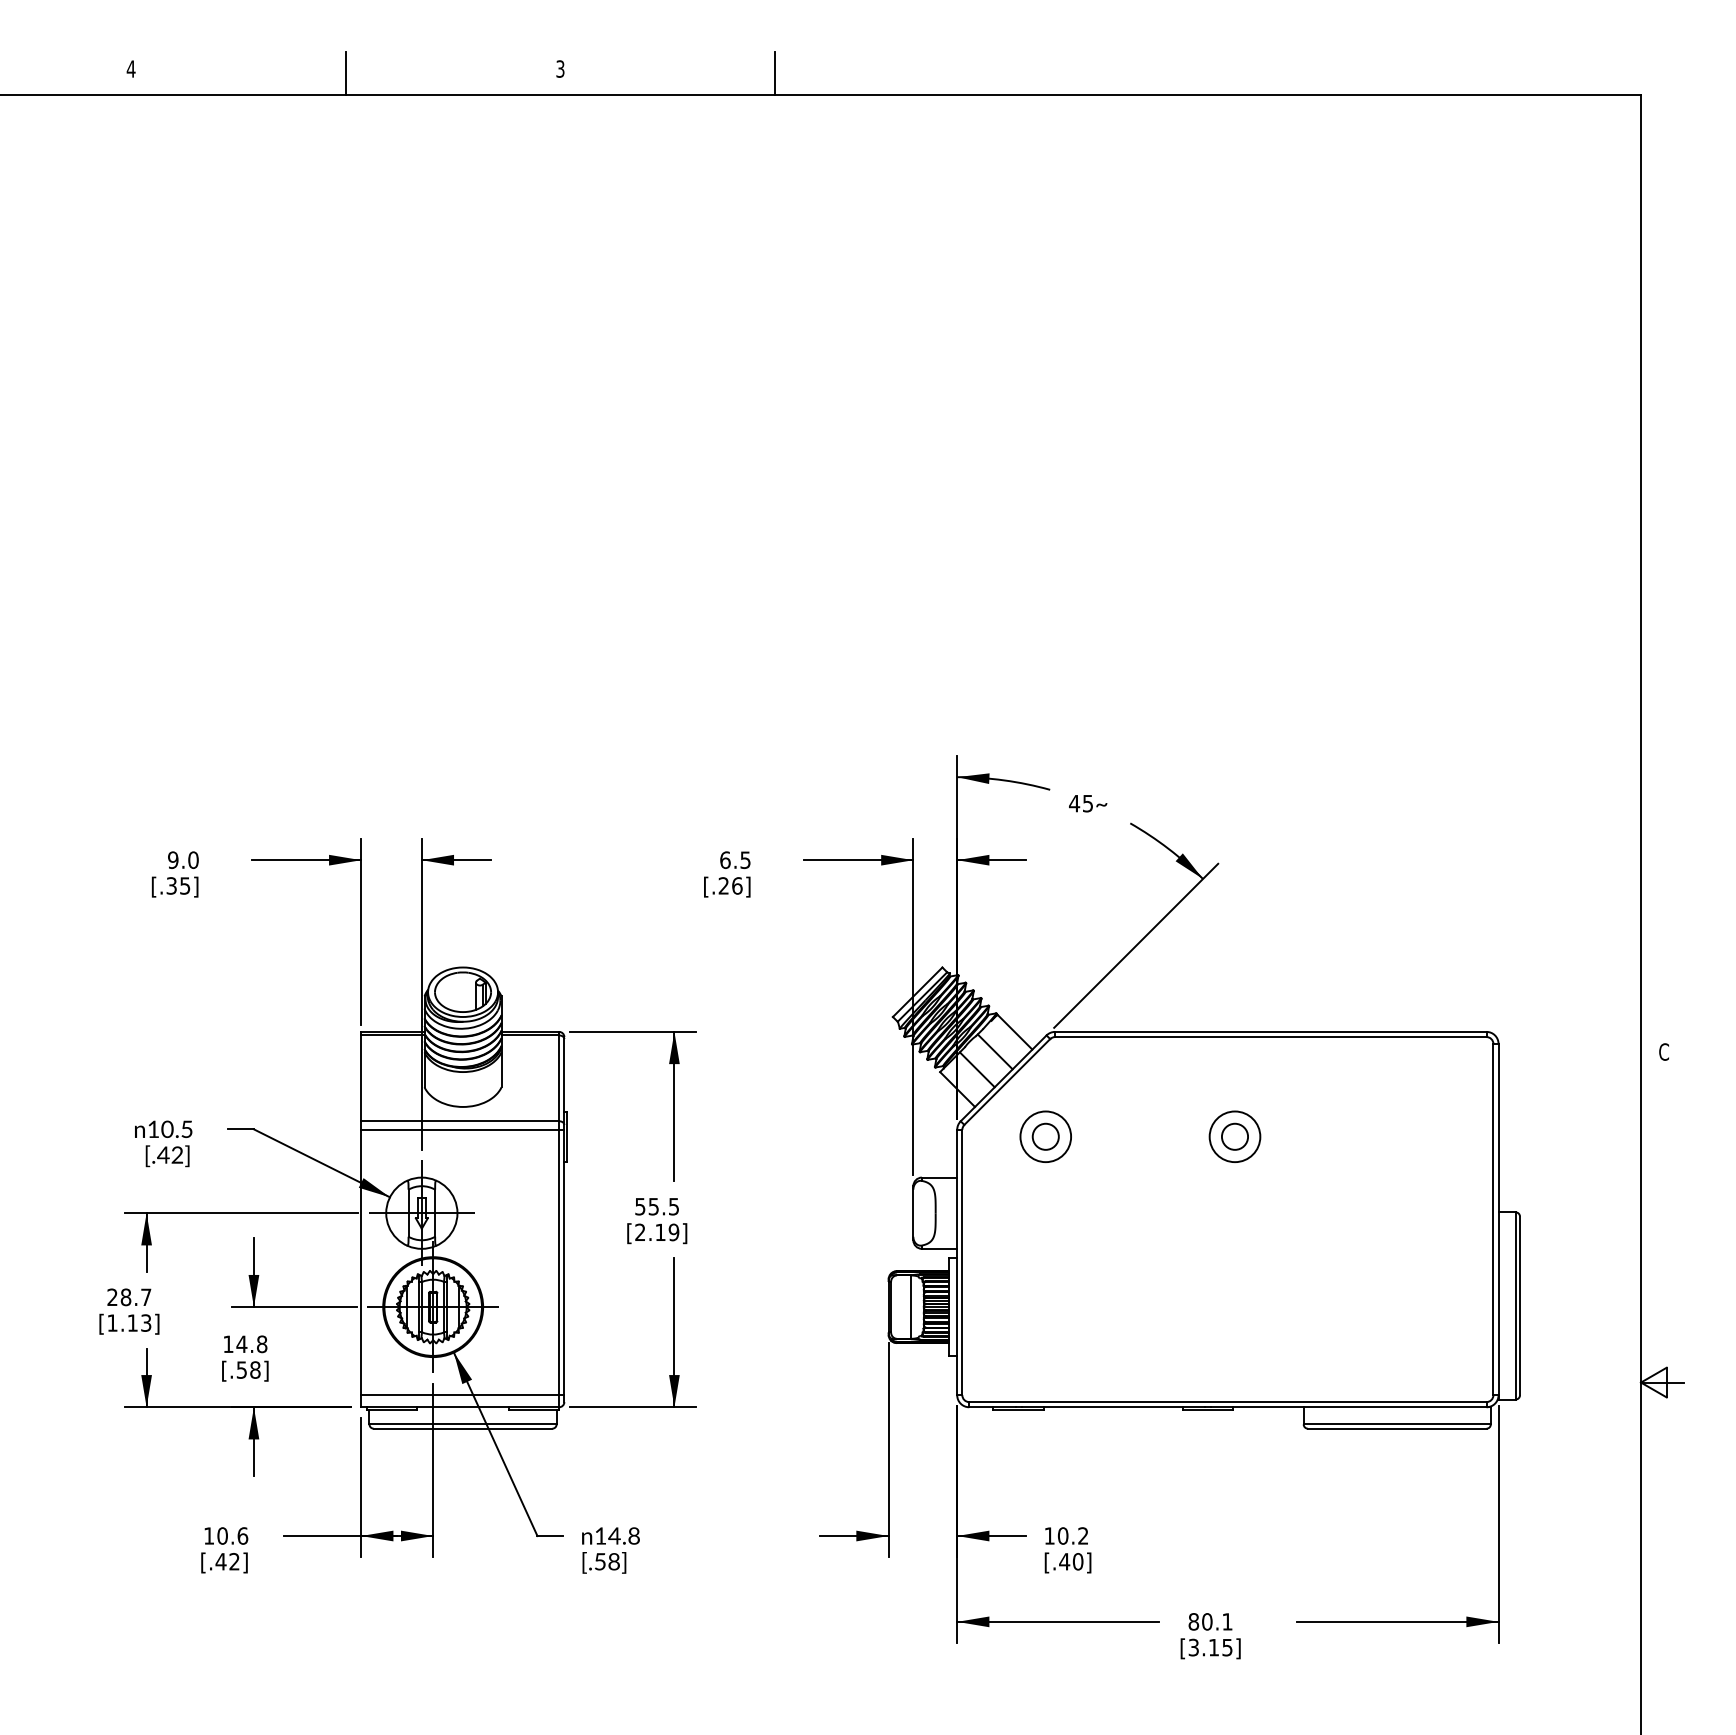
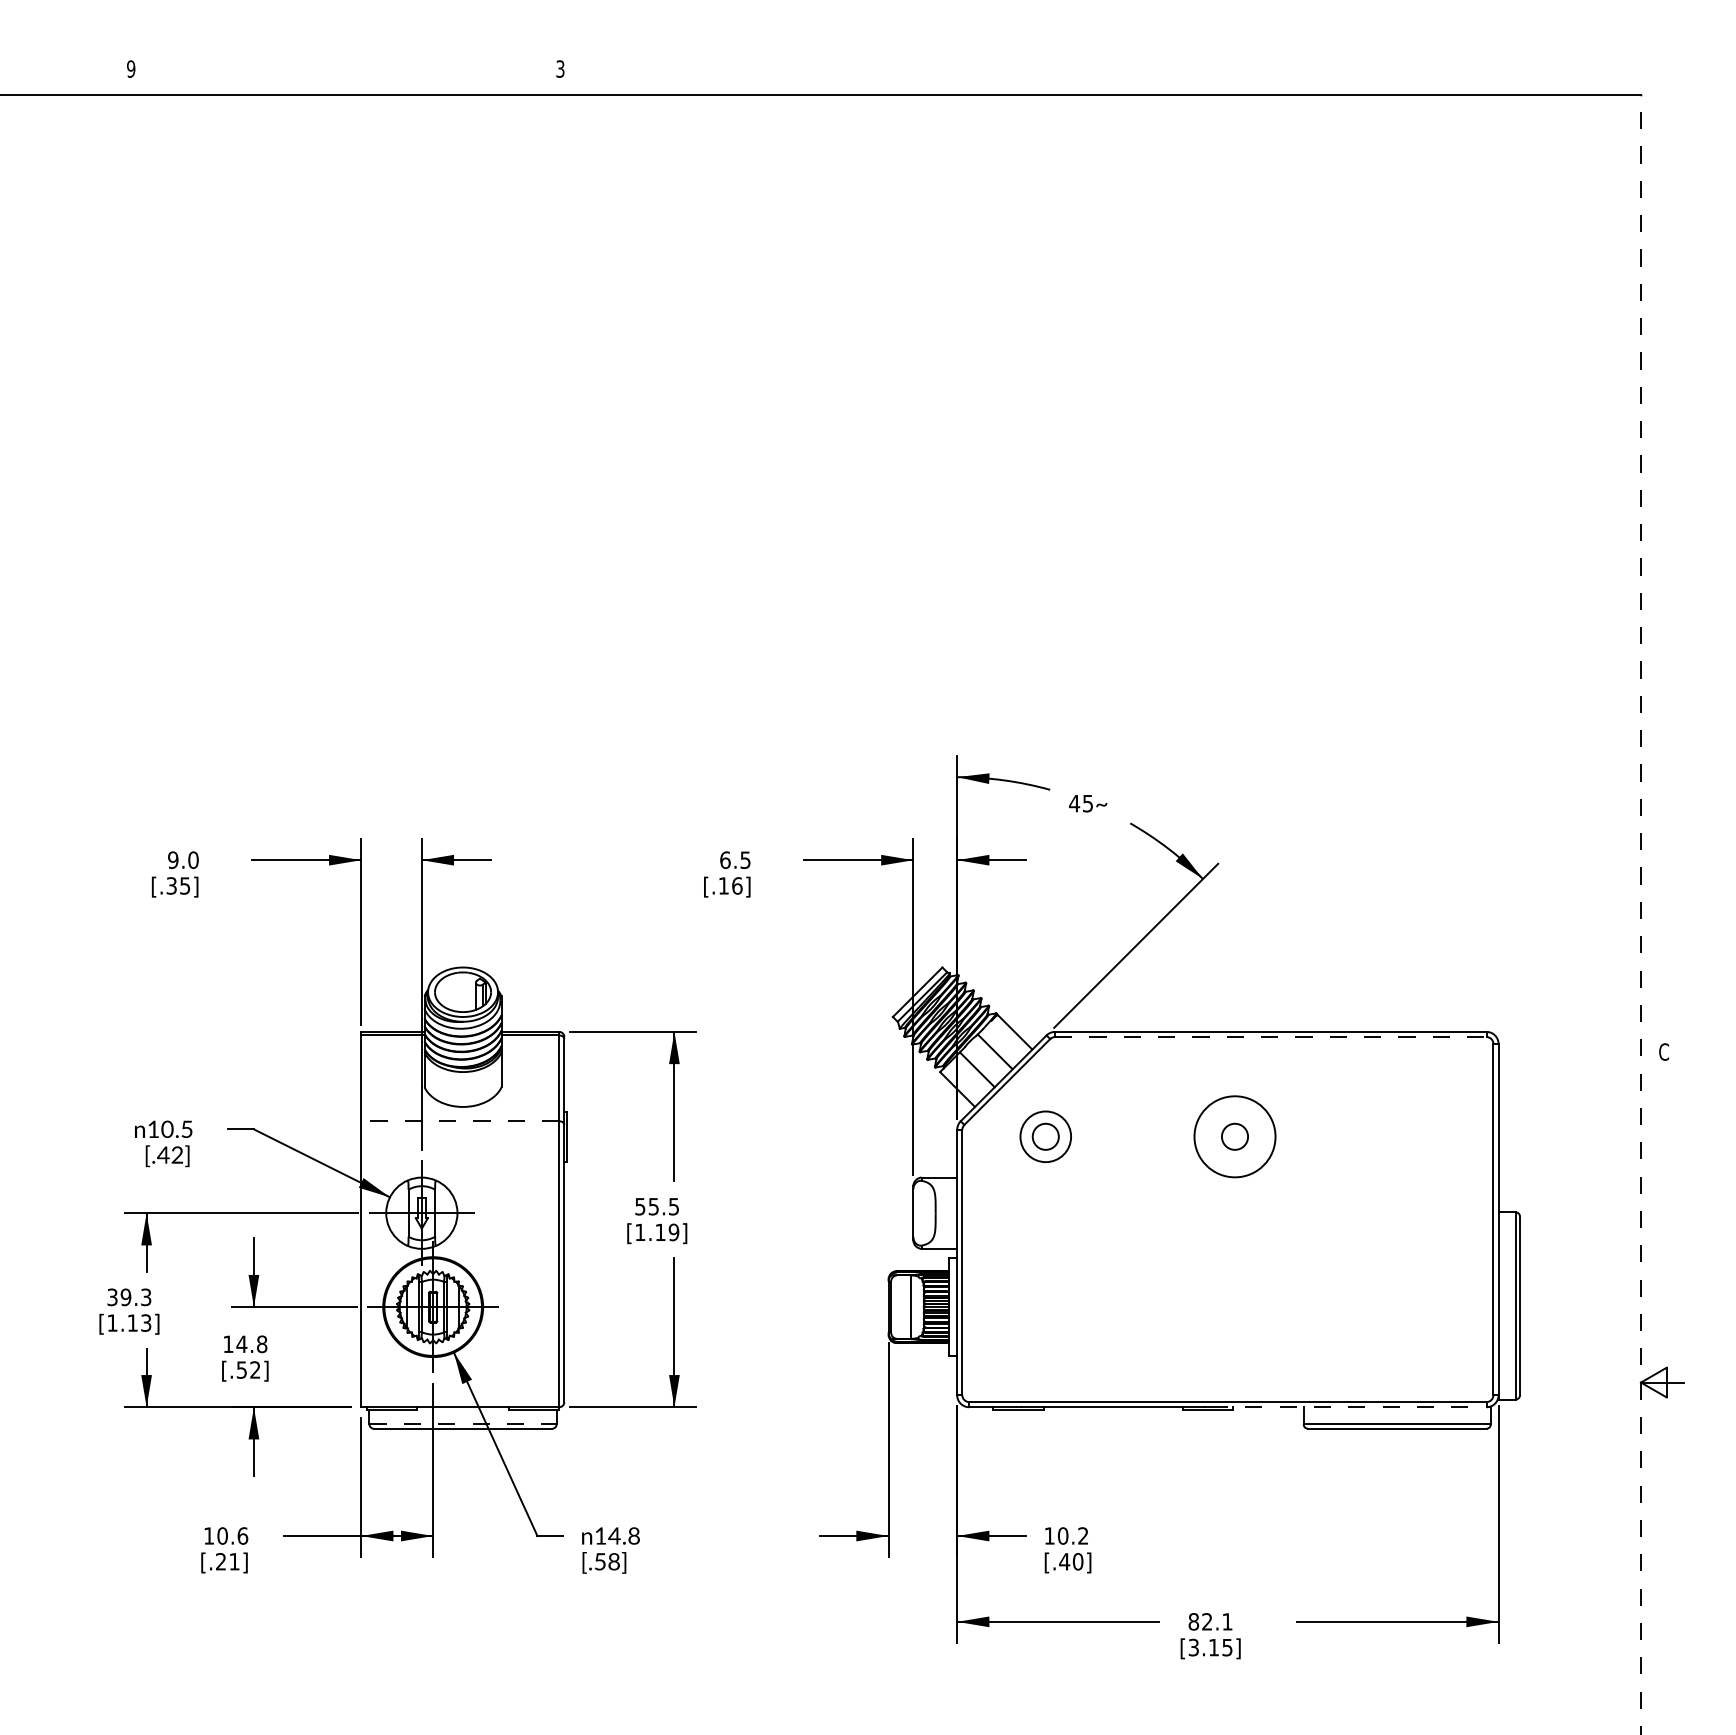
text at (130, 68): 4 -> 9
line at (345, 72): present -> none
line at (775, 72): present -> none
text at (723, 885): [.26] -> [.16]
line at (1640, 914): solid -> dashed
line at (1270, 1037): solid -> dashed
line at (460, 1121): solid -> dashed
line at (462, 1129): present -> none
circle at (1234, 1136) diameter: 51 px -> 81 px
text at (640, 1231): [2.19] -> [1.19]
text at (129, 1297): 28.7 -> 39.3
text at (255, 1369): [.58] -> [.52]
line at (462, 1395): present -> none
line at (1351, 1407): solid -> dashed
line at (463, 1424): solid -> dashed
text at (227, 1561): [.42] -> [.21]
text at (1207, 1621): 80.1 -> 82.1
